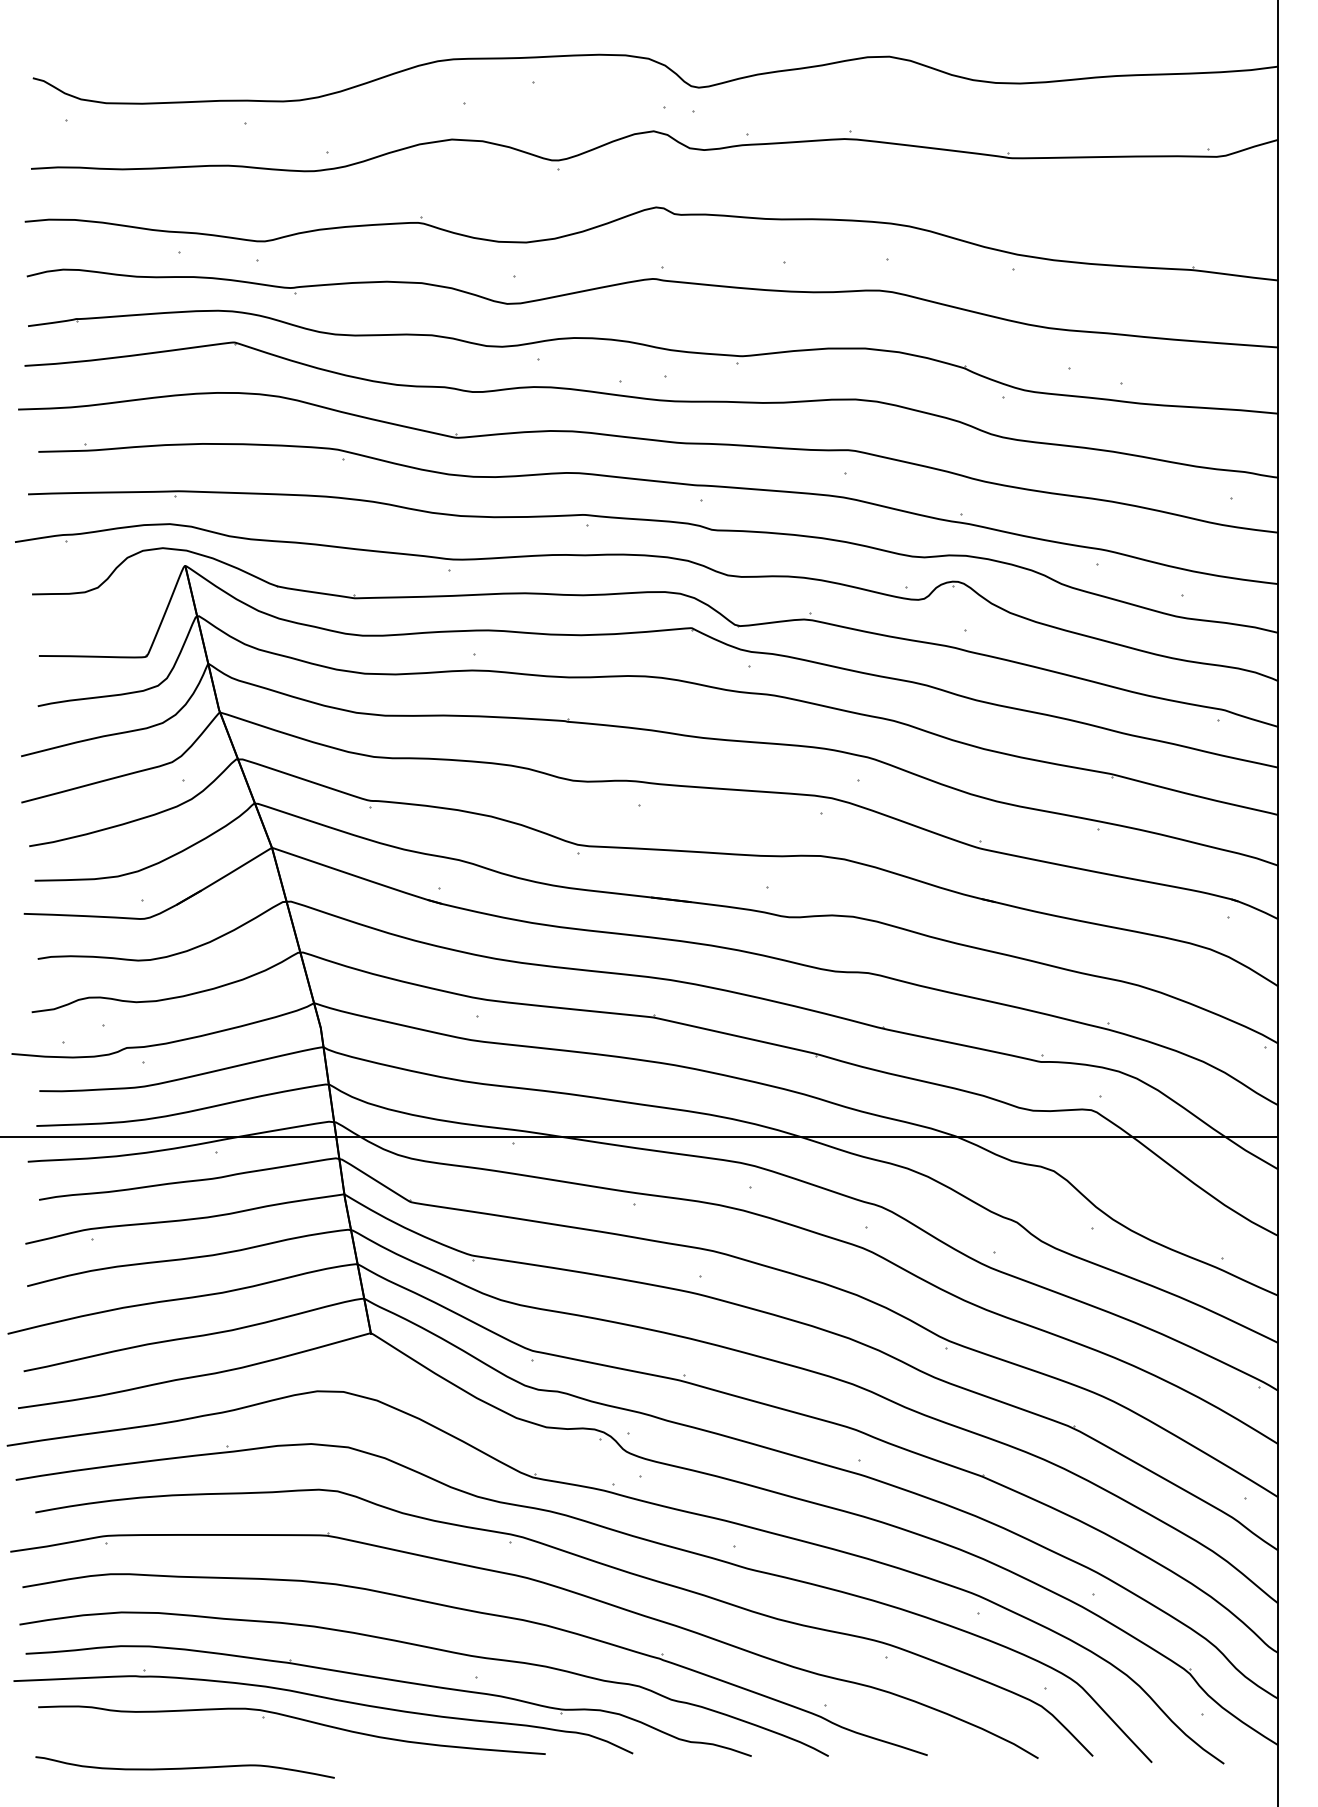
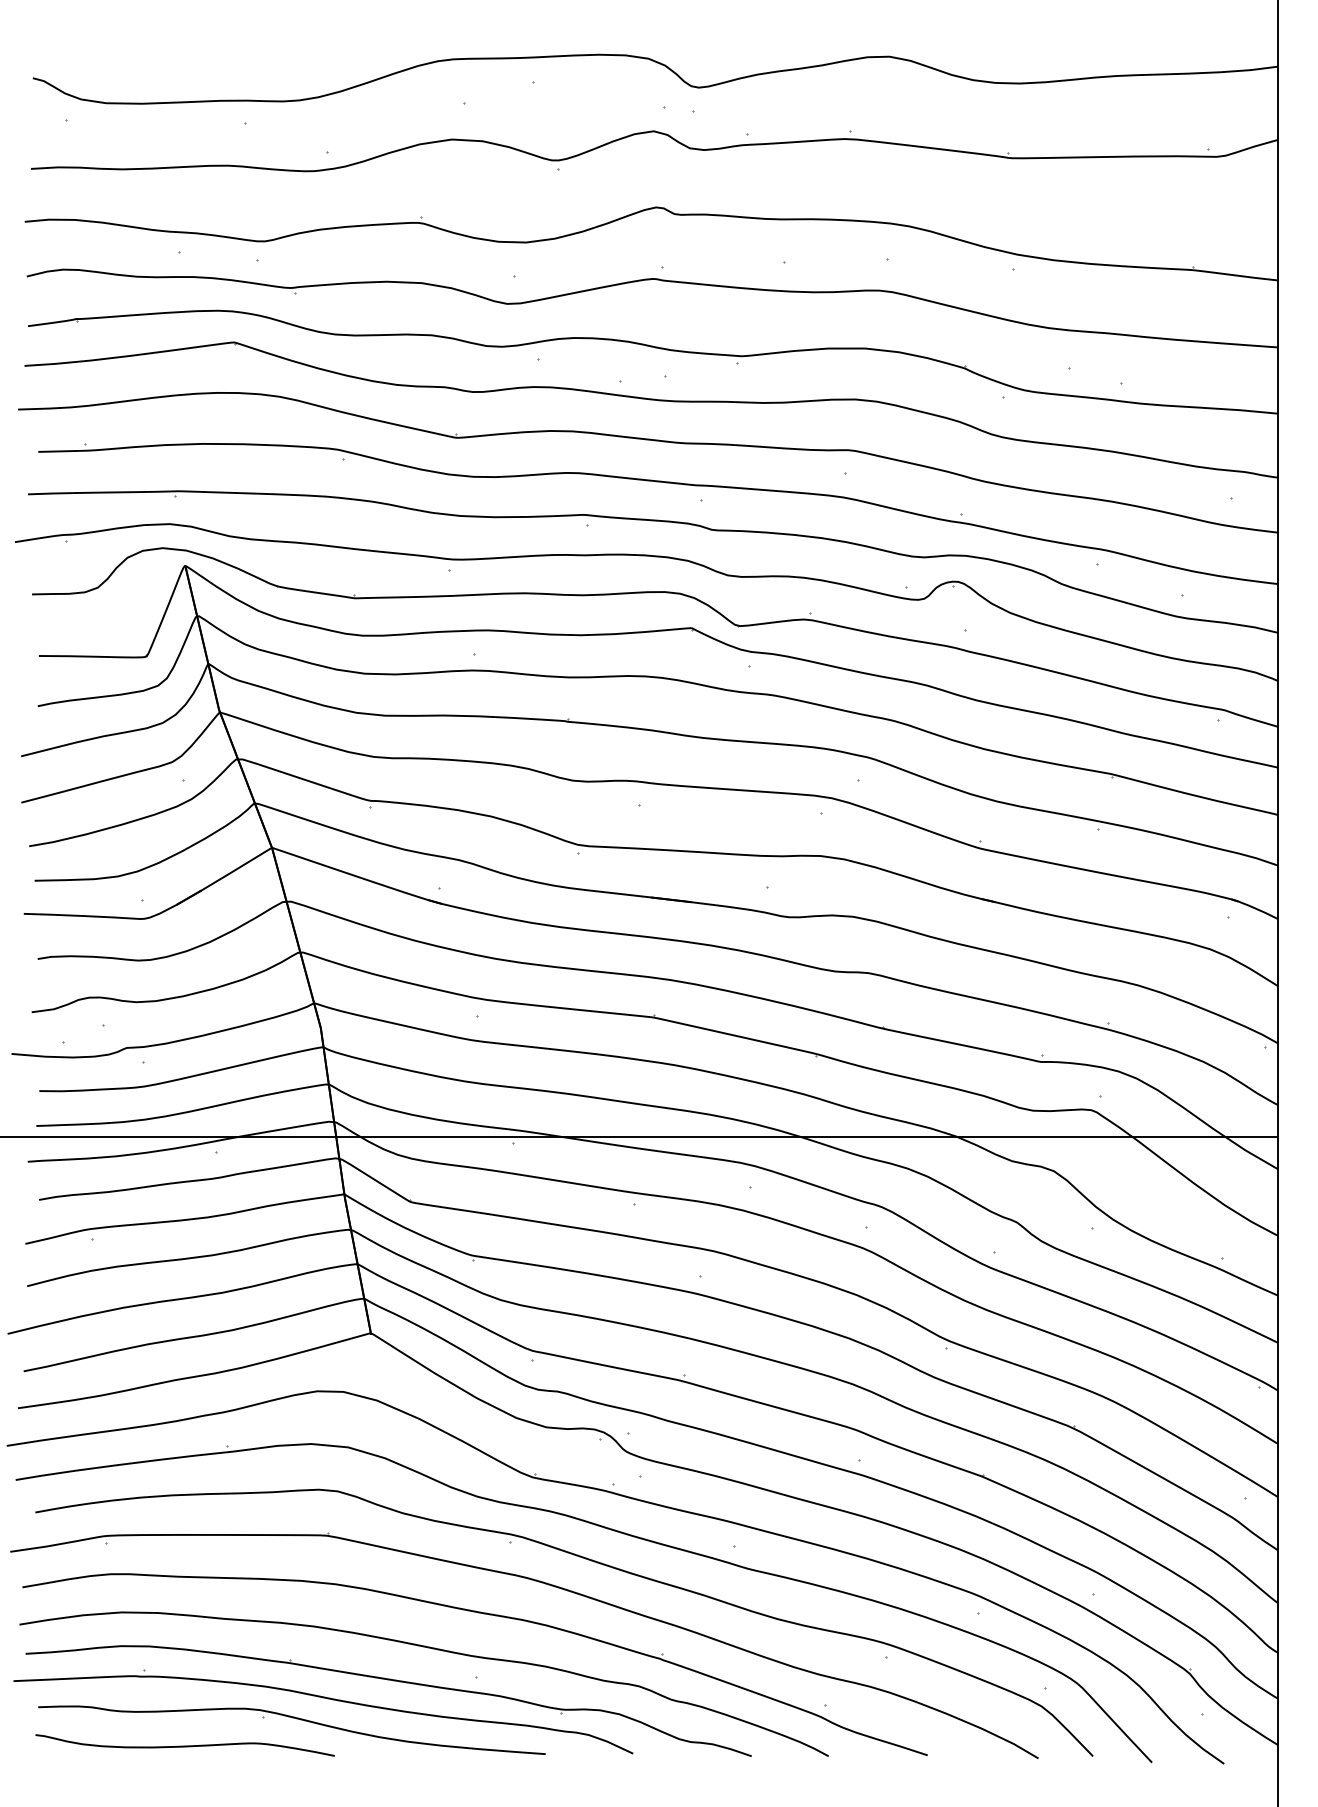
curve at (184, 1767) position: (184, 1767) -> (184, 1745)
